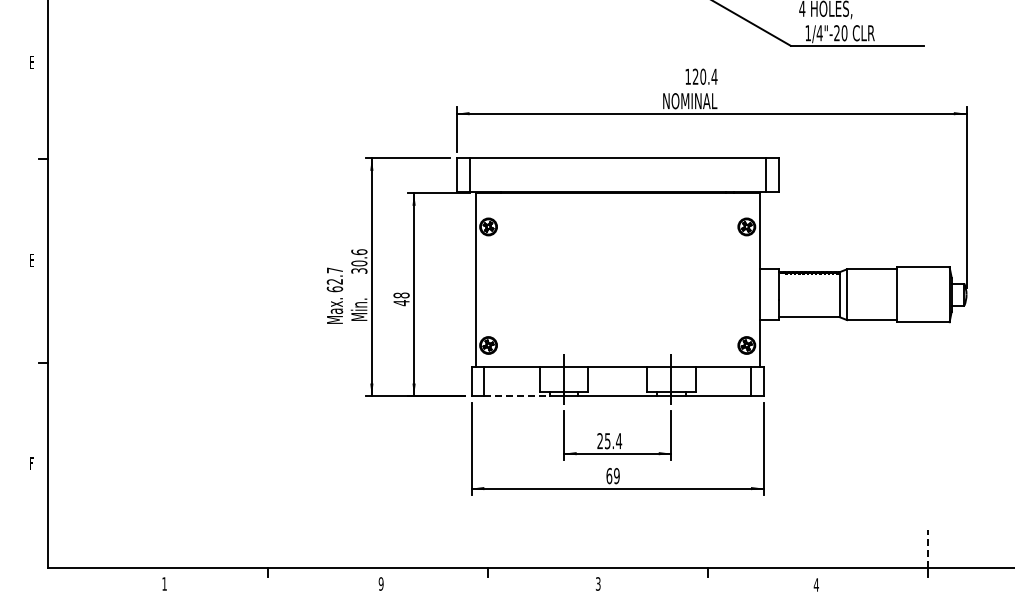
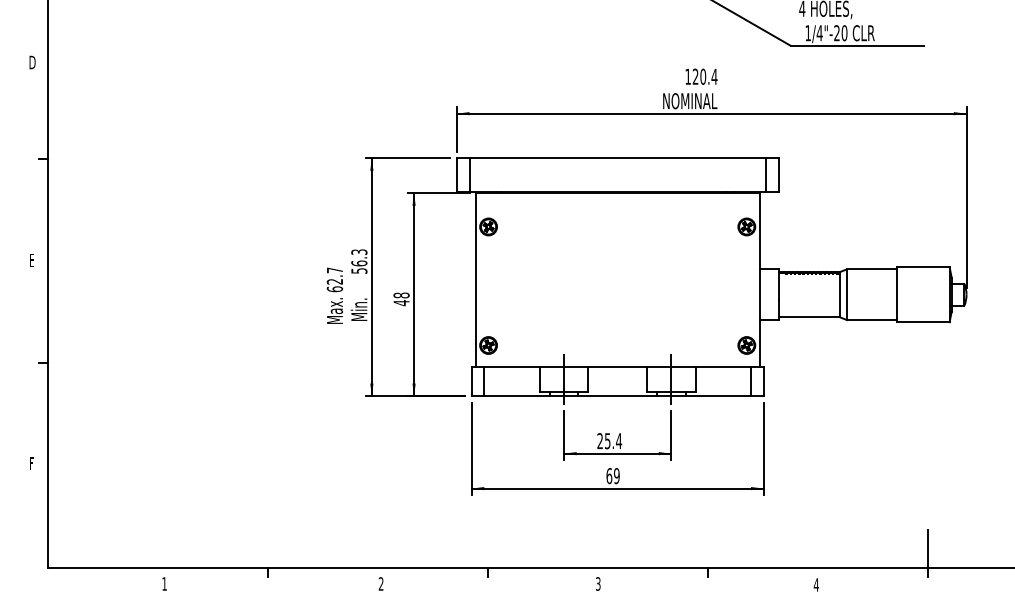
text at (32, 62): E -> D
text at (359, 261): 30.6 -> 56.3
line at (516, 396): dashed -> solid
line at (927, 548): dashed -> solid
text at (380, 583): 9 -> 2
